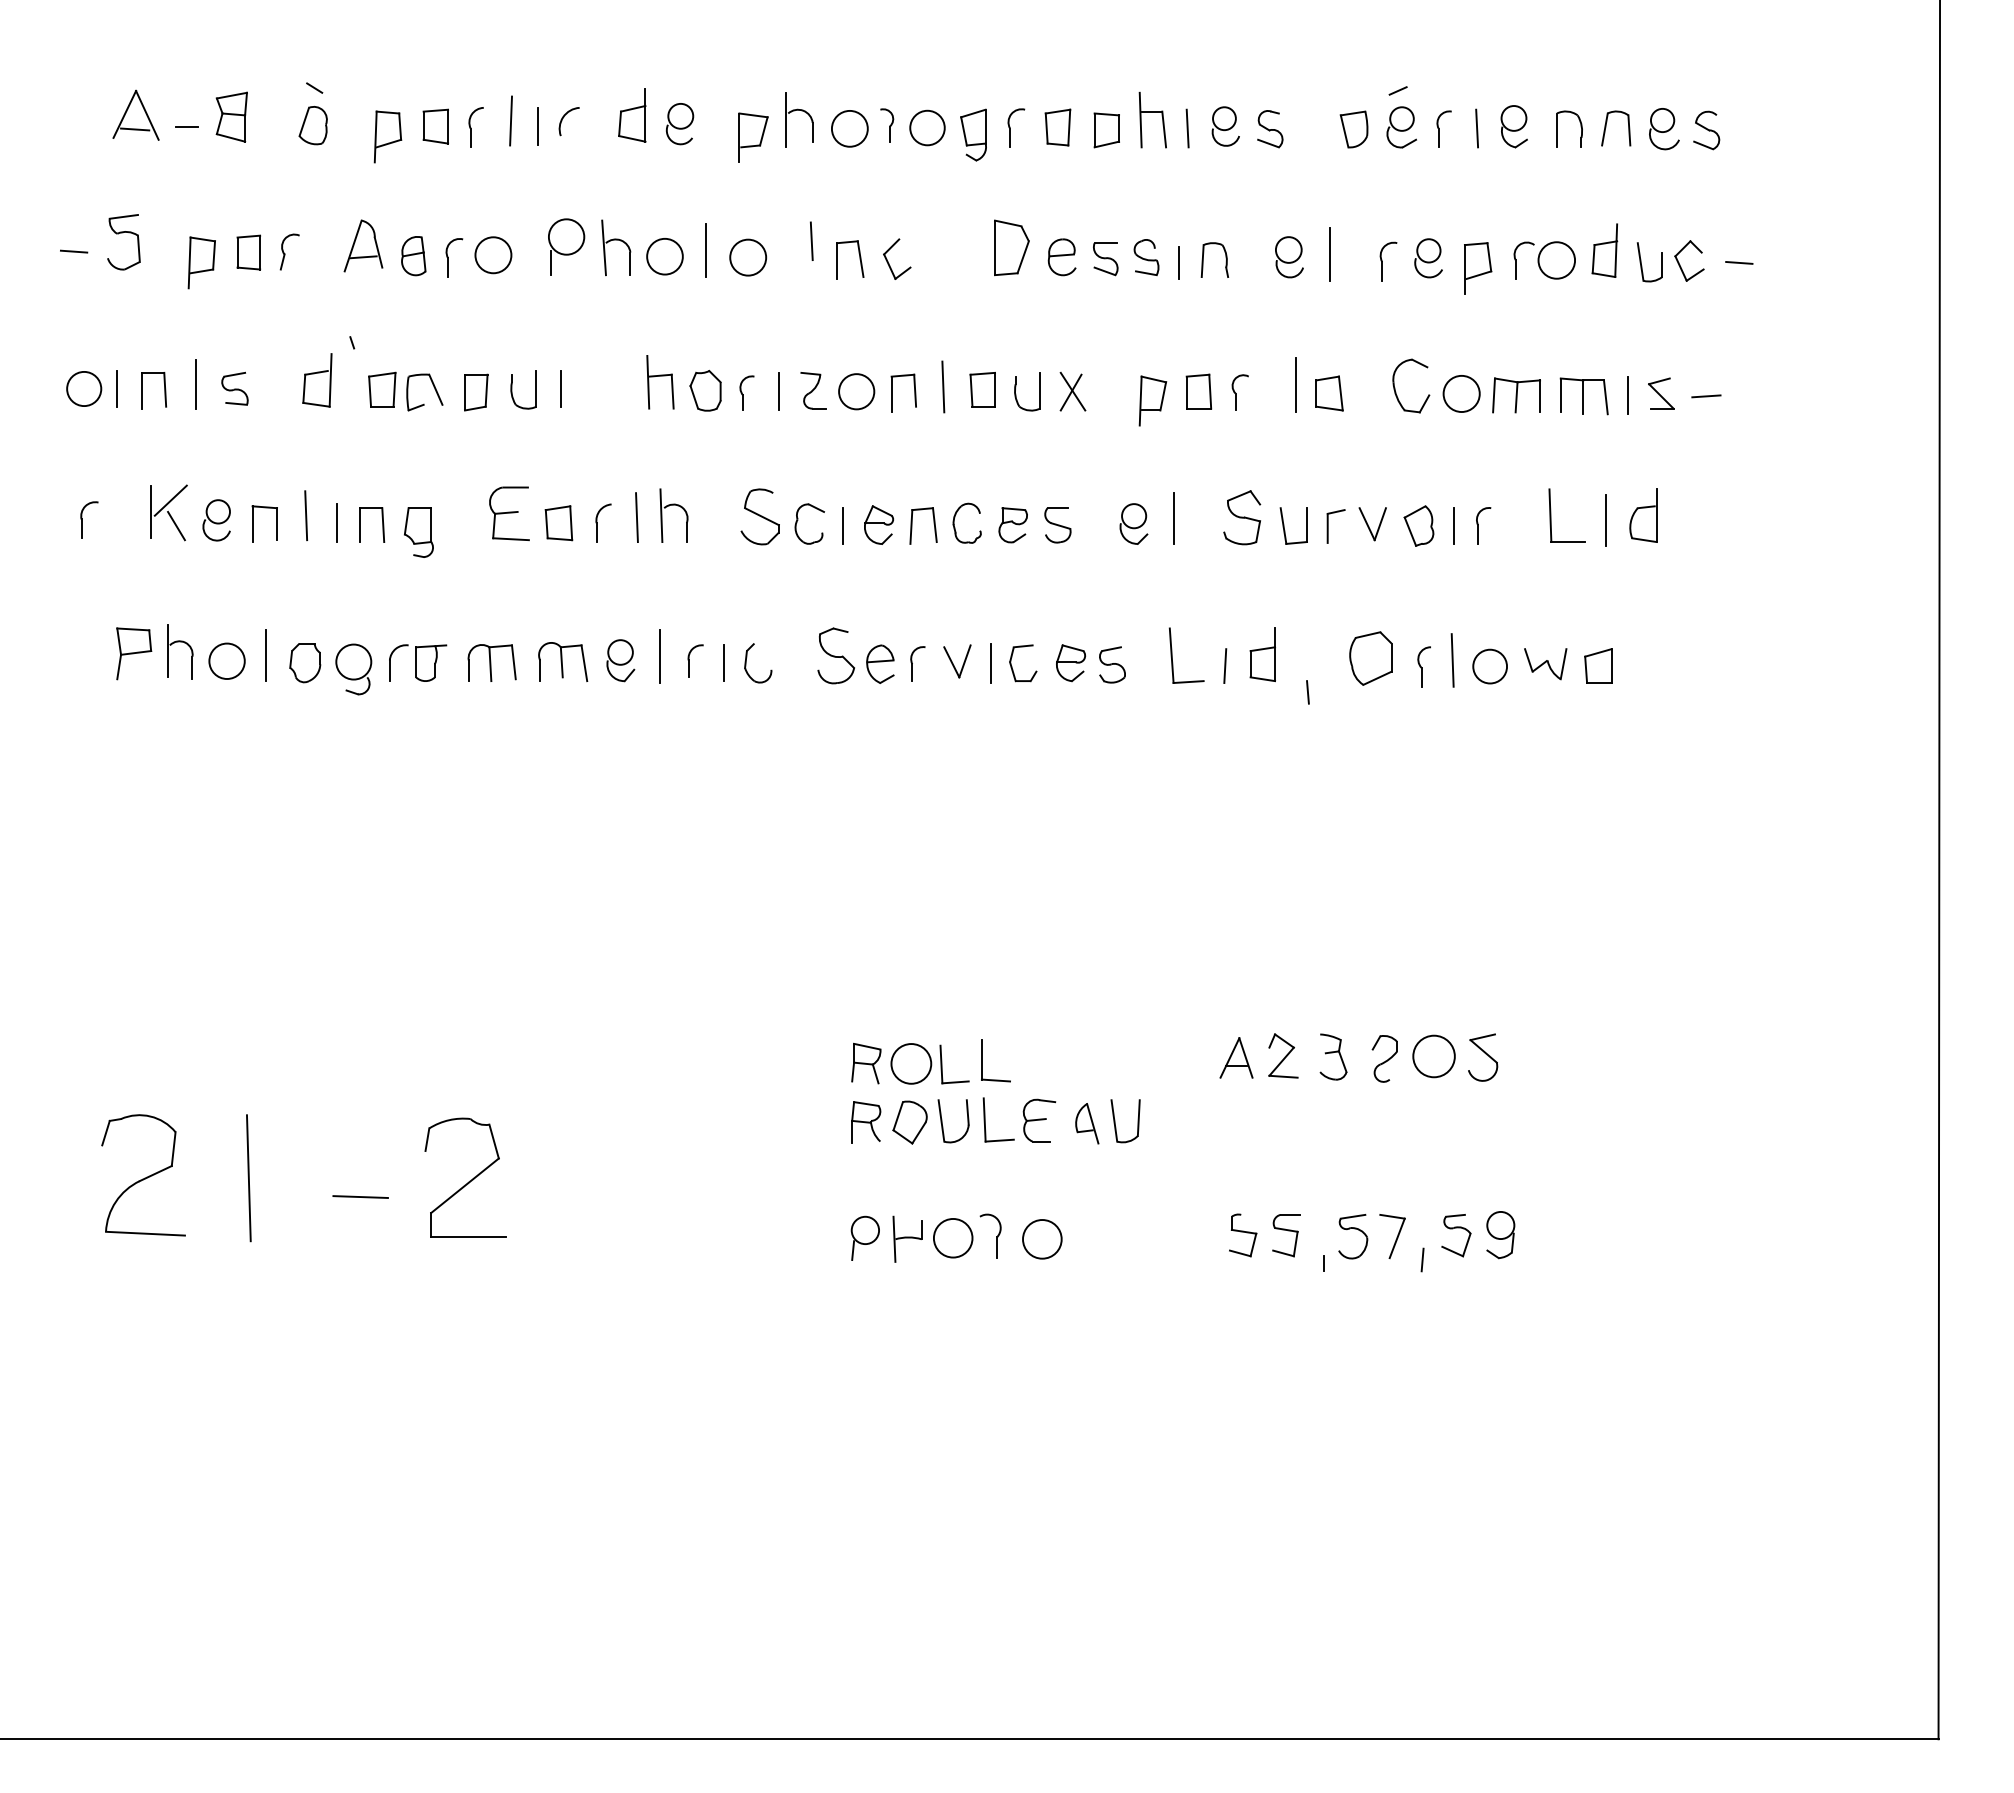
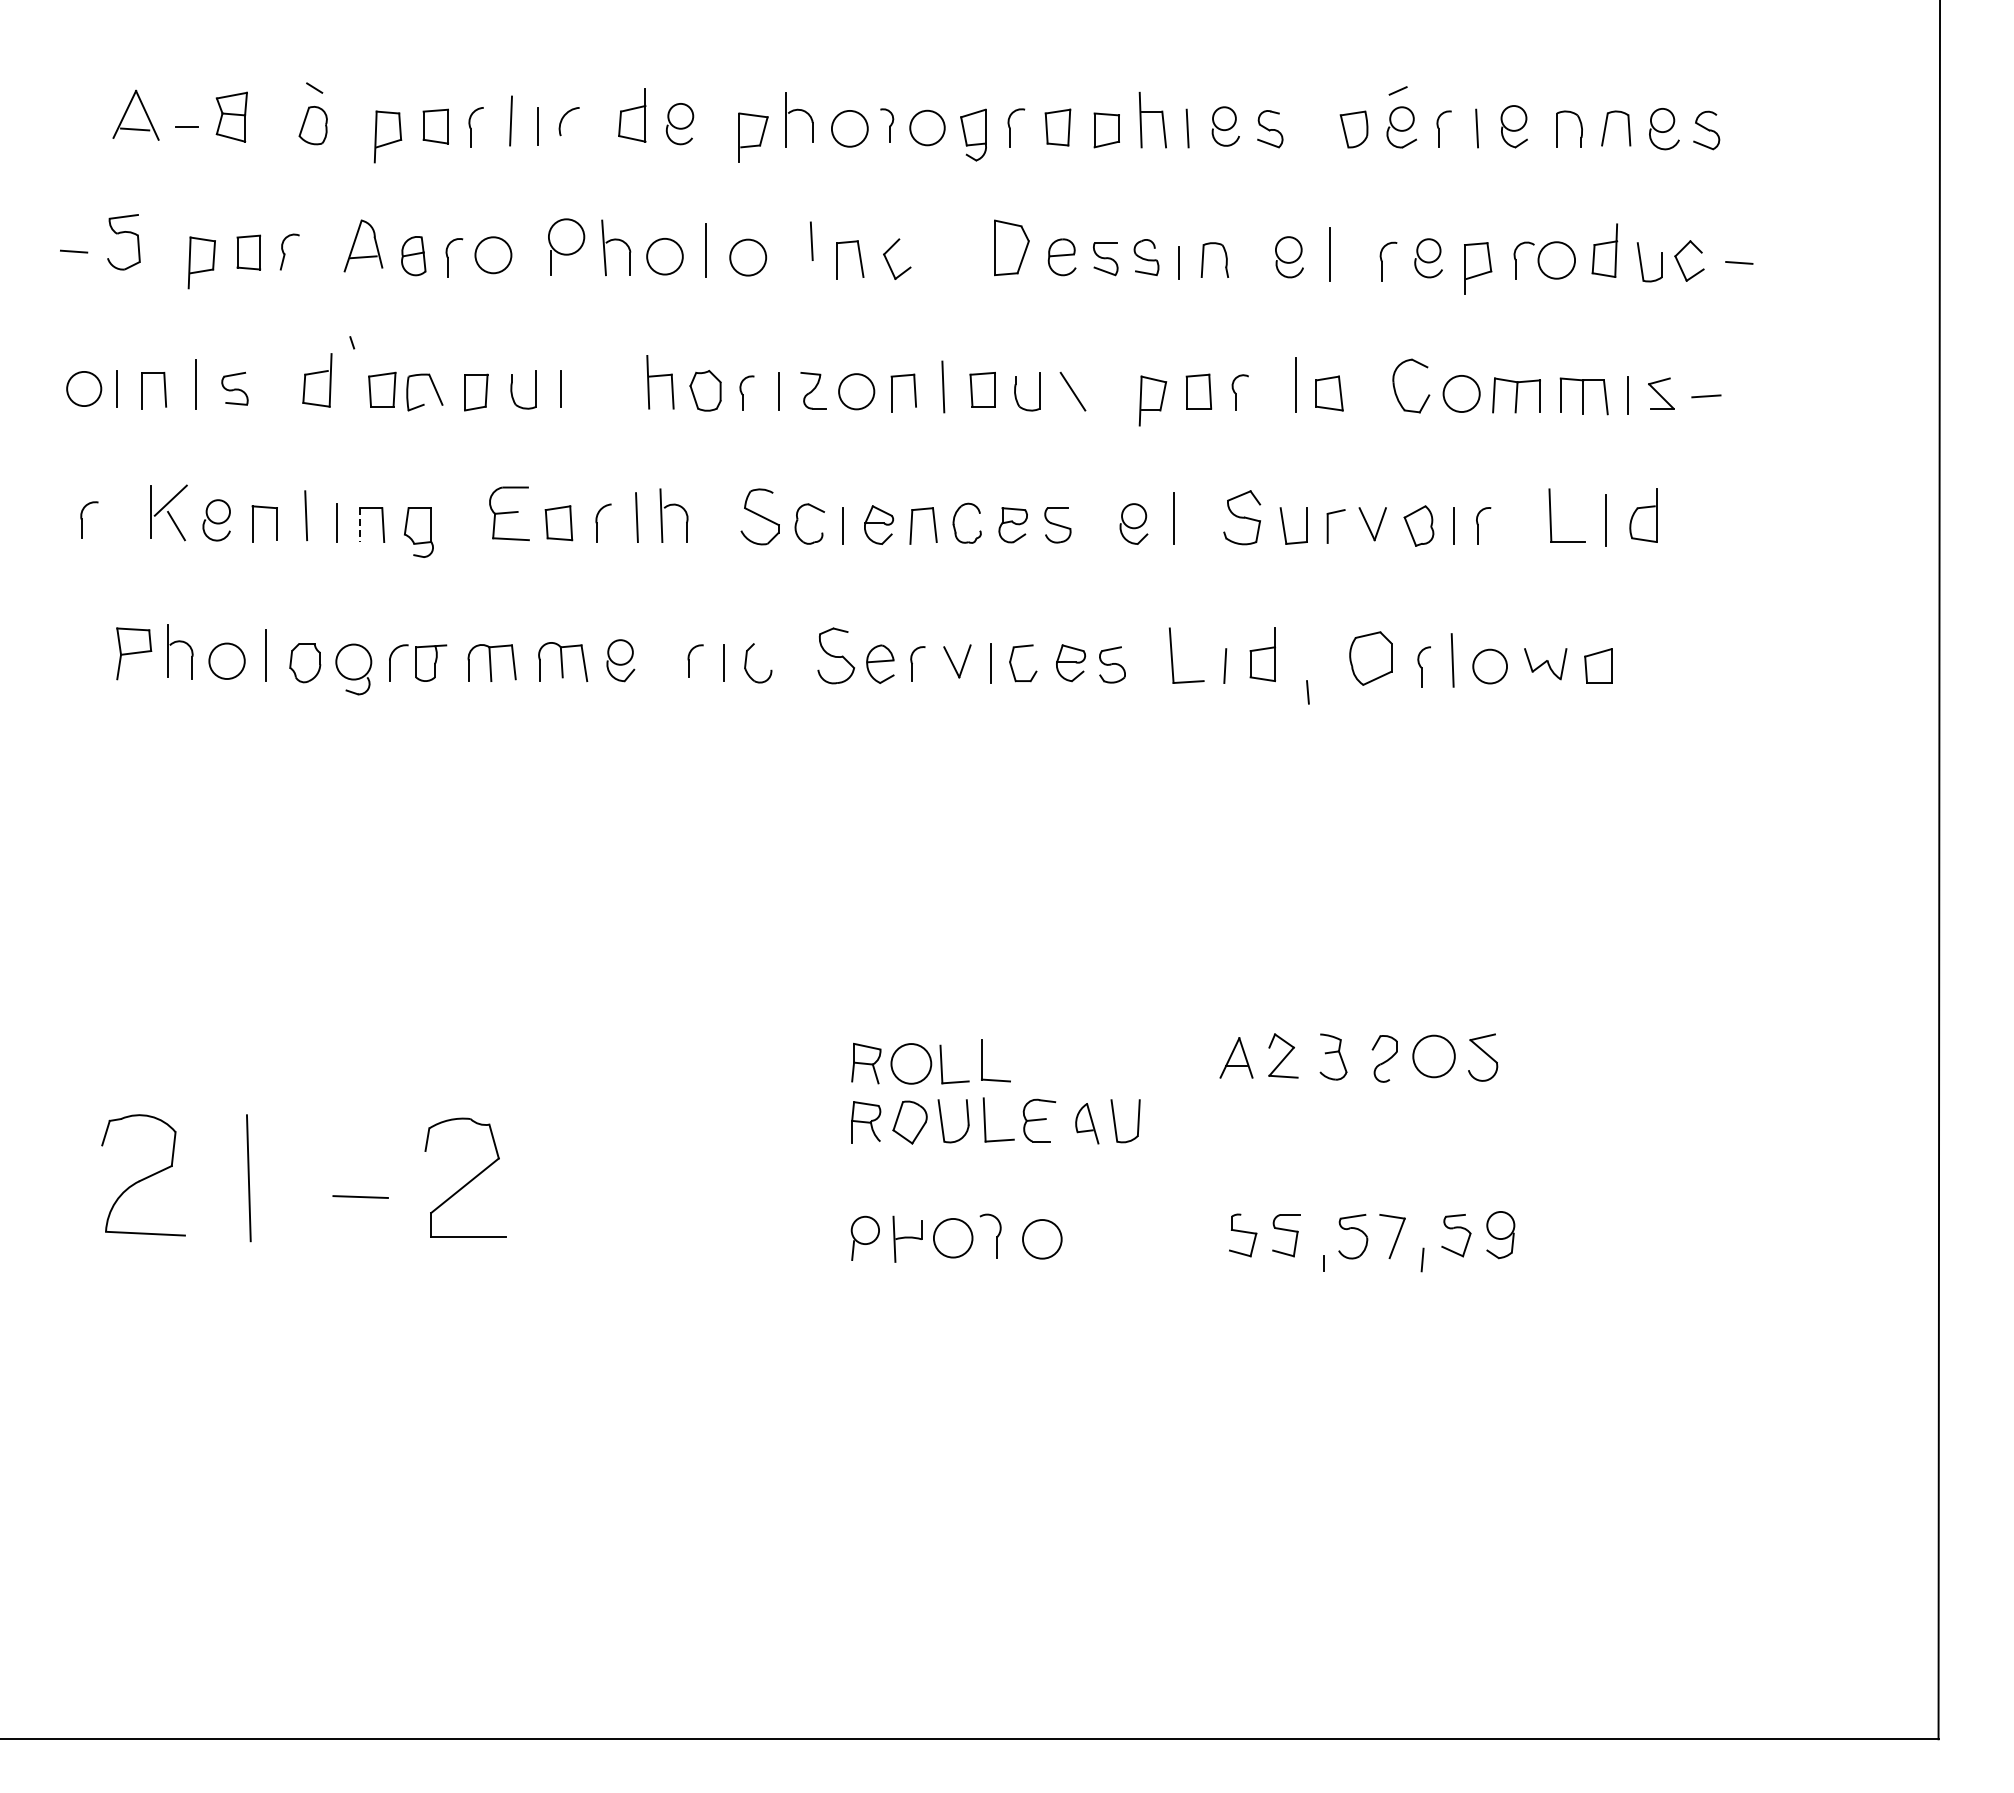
line at (1070, 392): present -> none
line at (359, 525): solid -> dashed
line at (660, 656): present -> none
